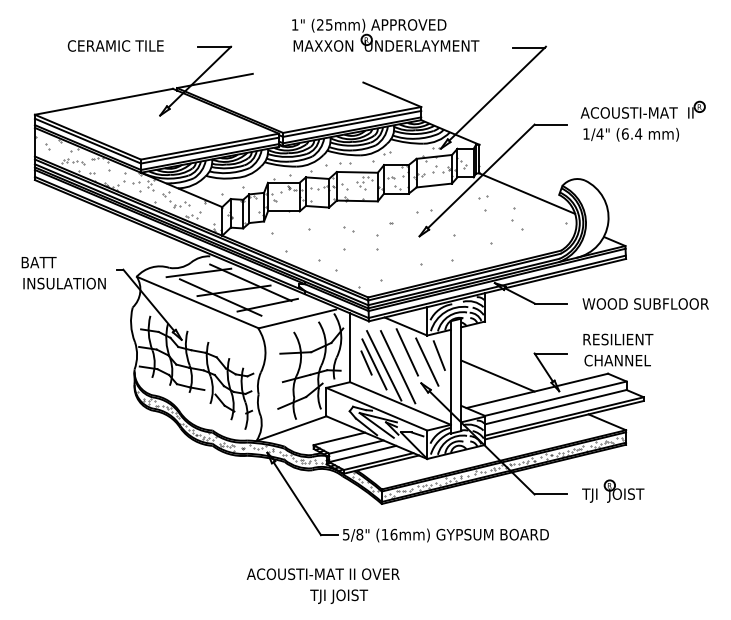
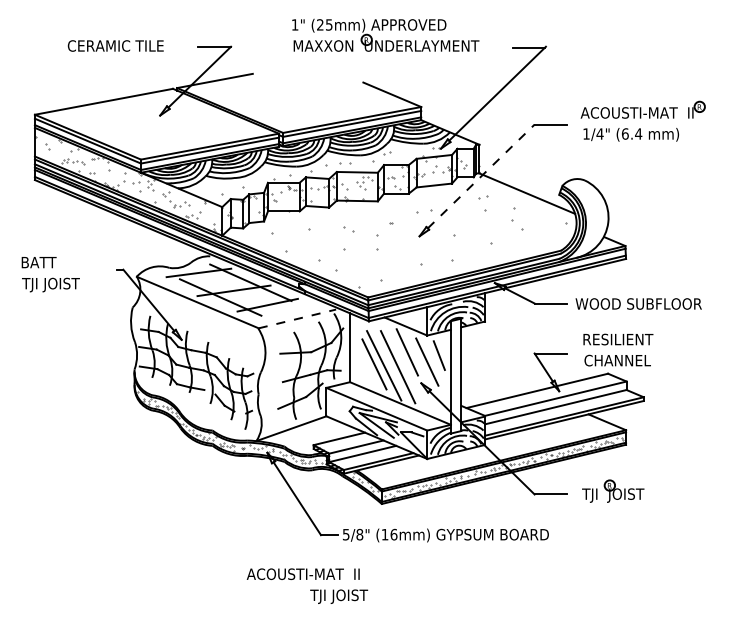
line at (481, 176): solid -> dashed
text at (63, 284): INSULATION -> TJI JOIST
text at (645, 303) position: (645, 303) -> (638, 303)
line at (297, 318): solid -> dashed
line at (366, 362): present -> none
line at (497, 375): present -> none
text at (374, 574): ACOUSTI-MAT II OVER -> ACOUSTI-MAT  II
